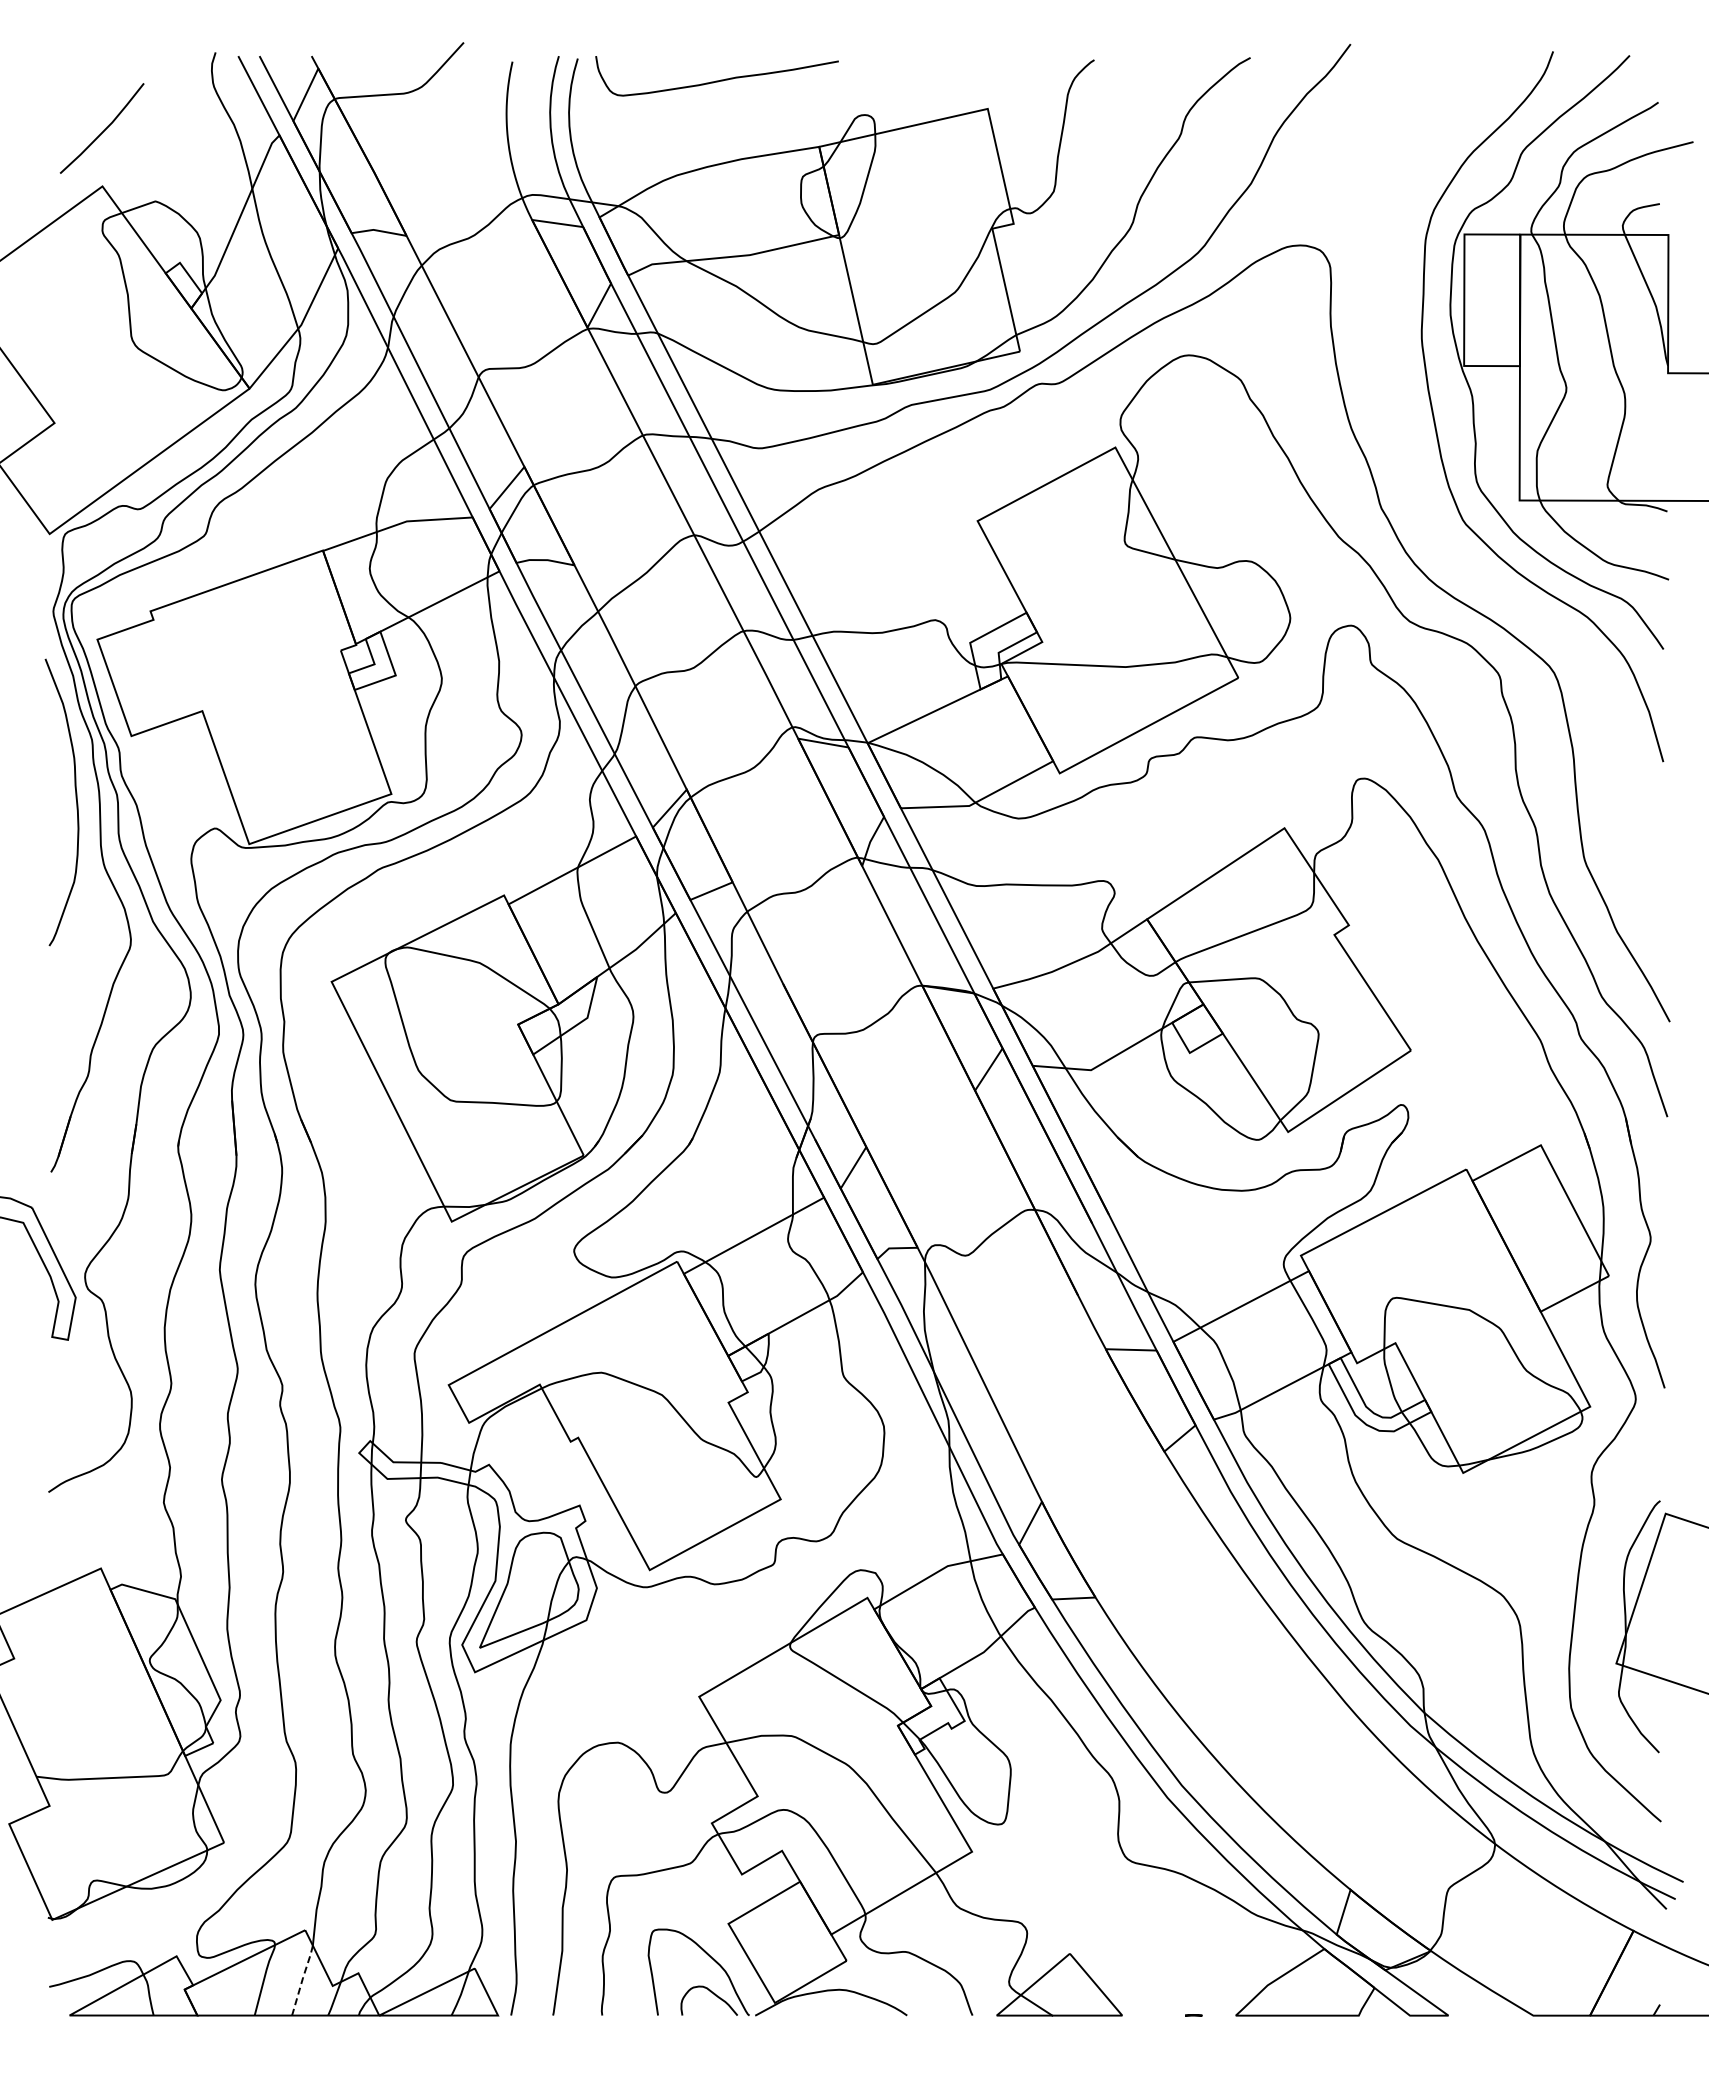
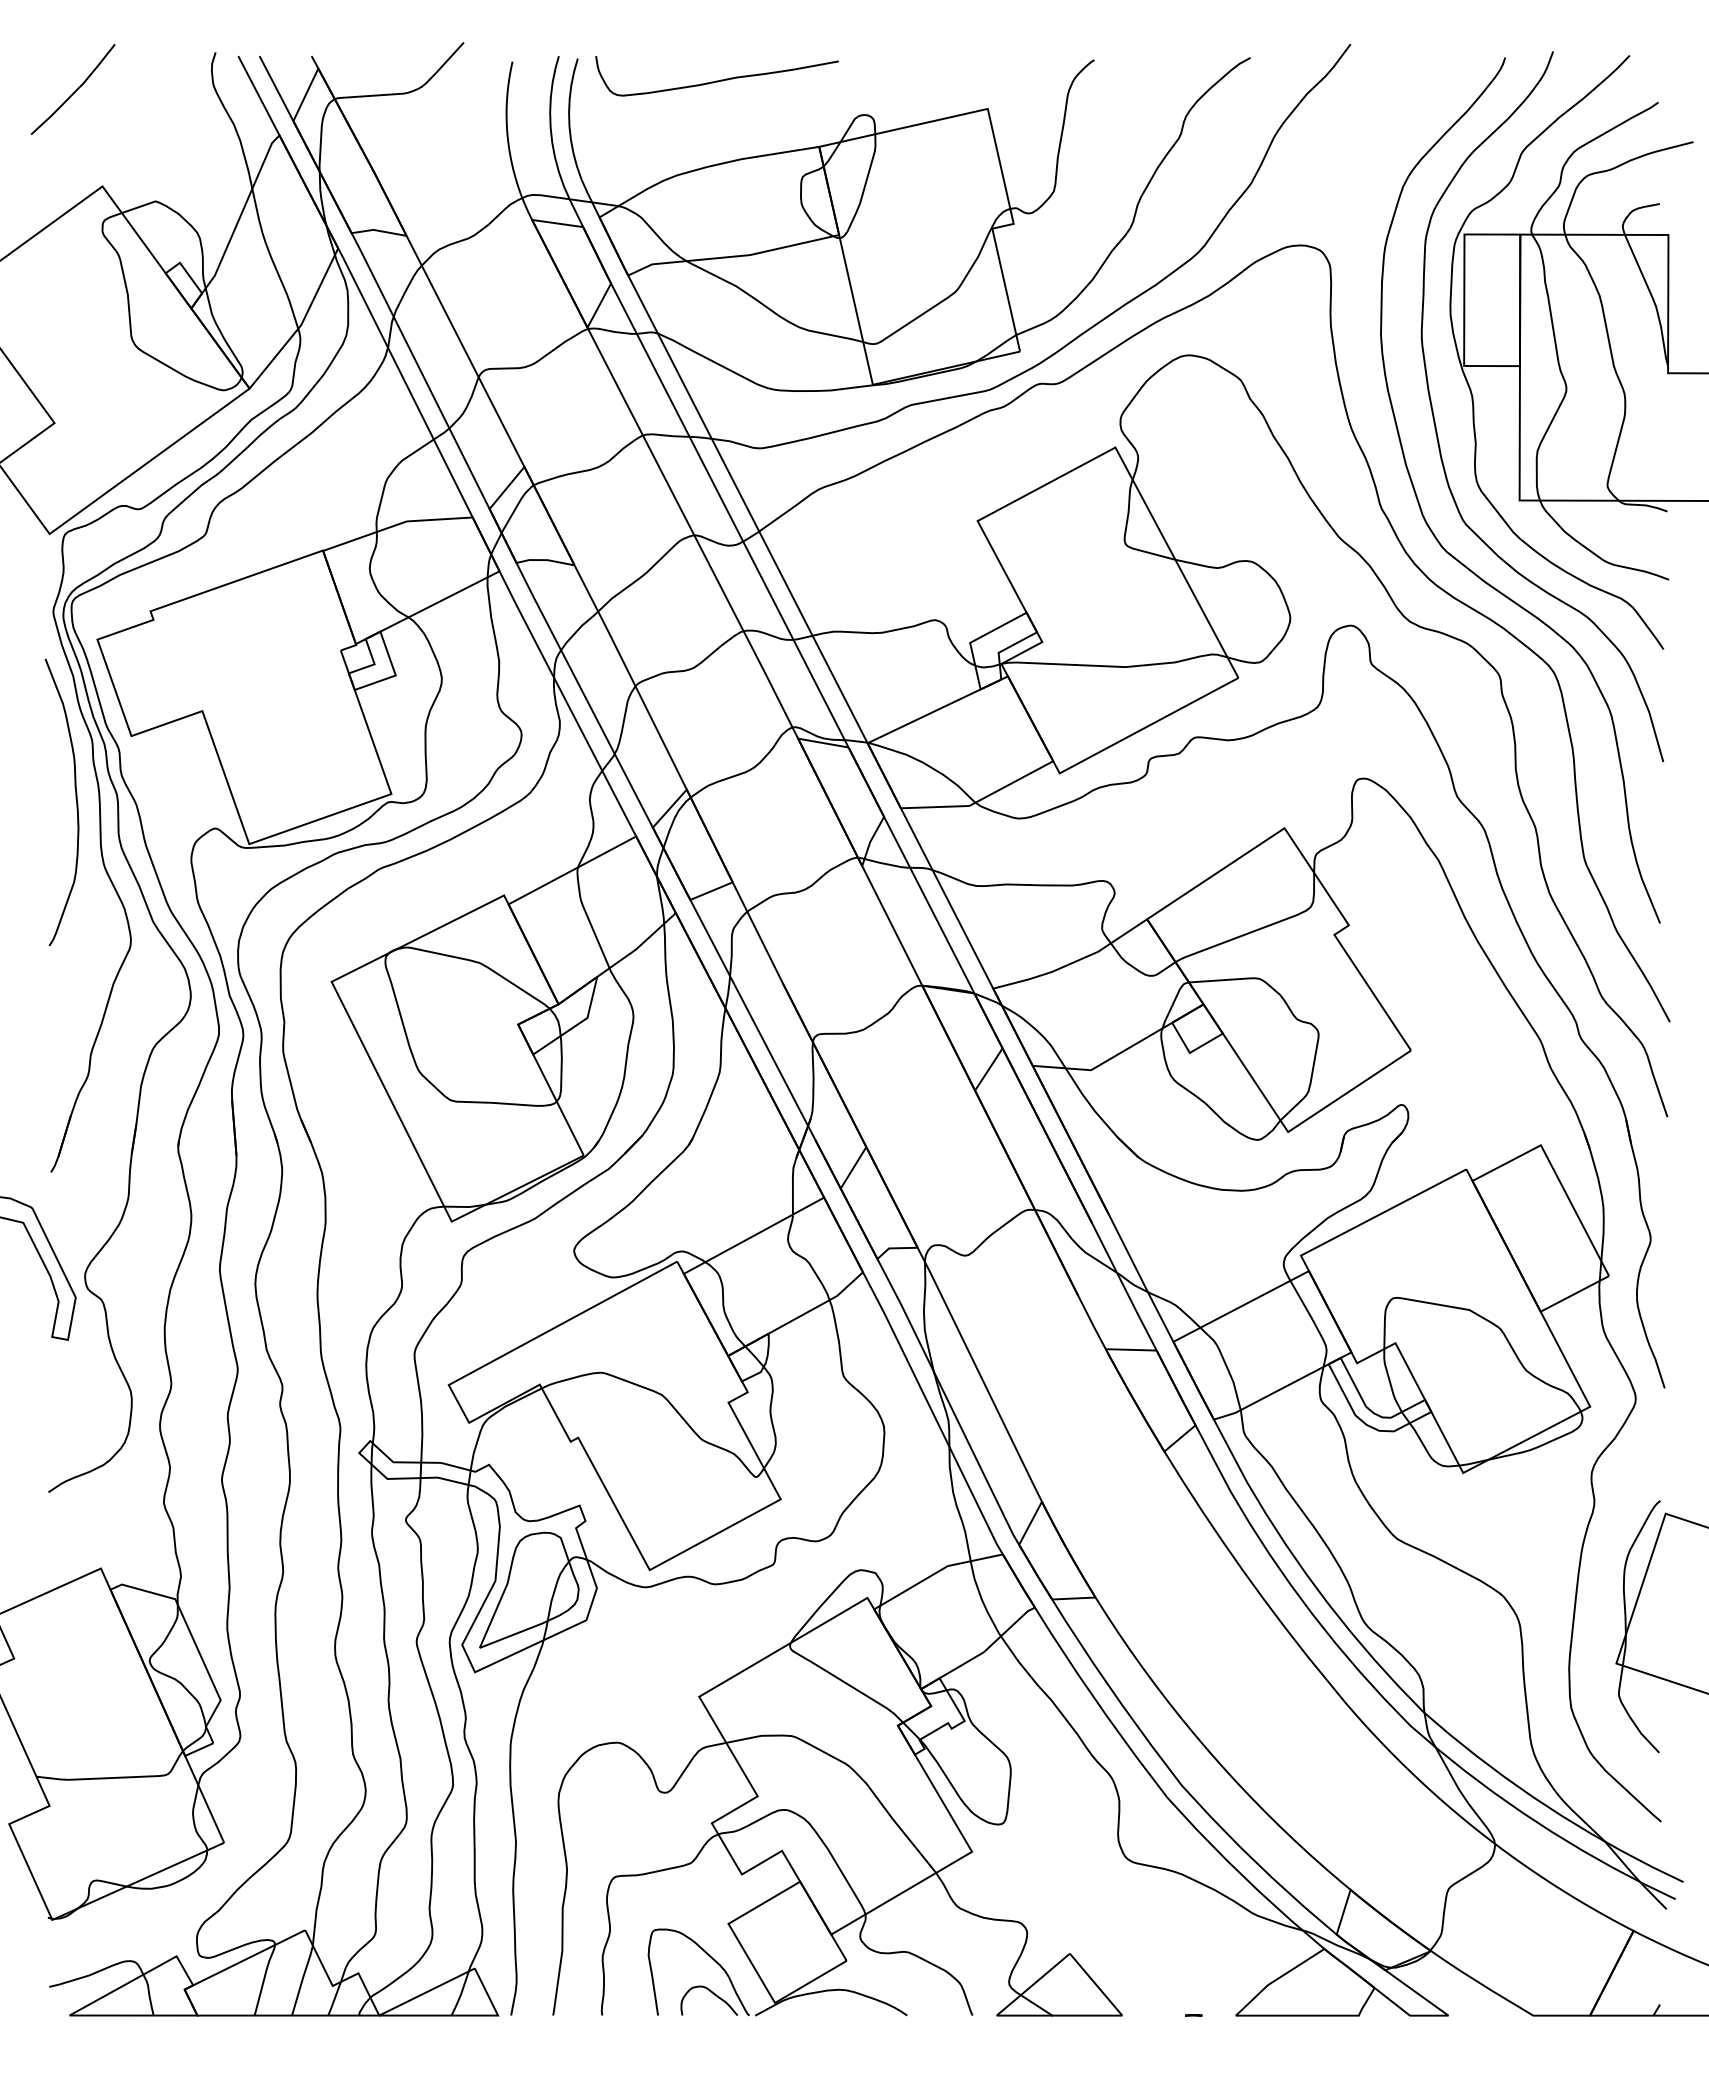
line at (103, 130) position: (103, 130) -> (74, 91)
curve at (1463, 563): none -> present
line at (302, 1979): dashed -> solid
